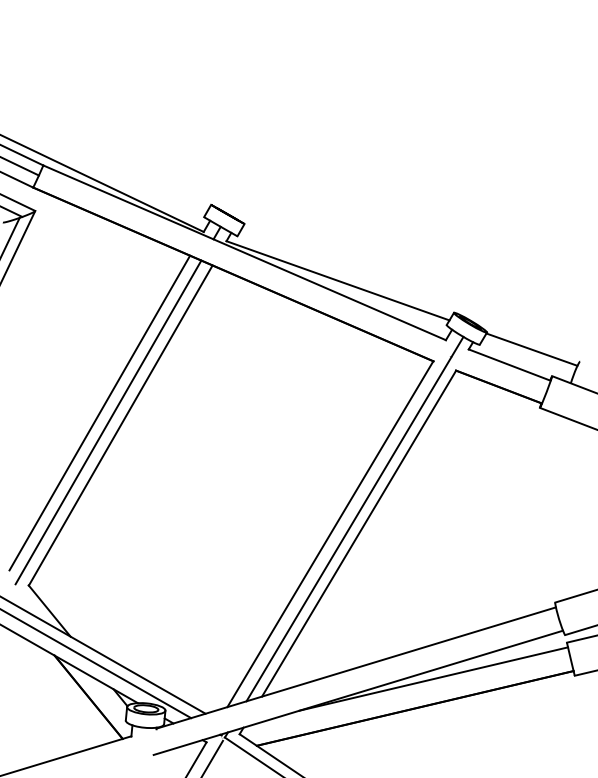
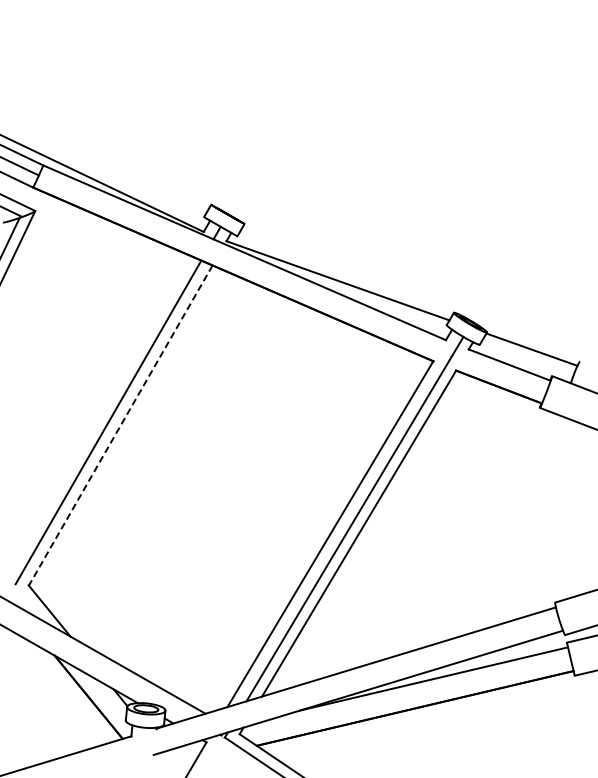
line at (99, 412): present -> none
line at (120, 425): solid -> dashed
line at (96, 664): present -> none
line at (212, 757): present -> none
